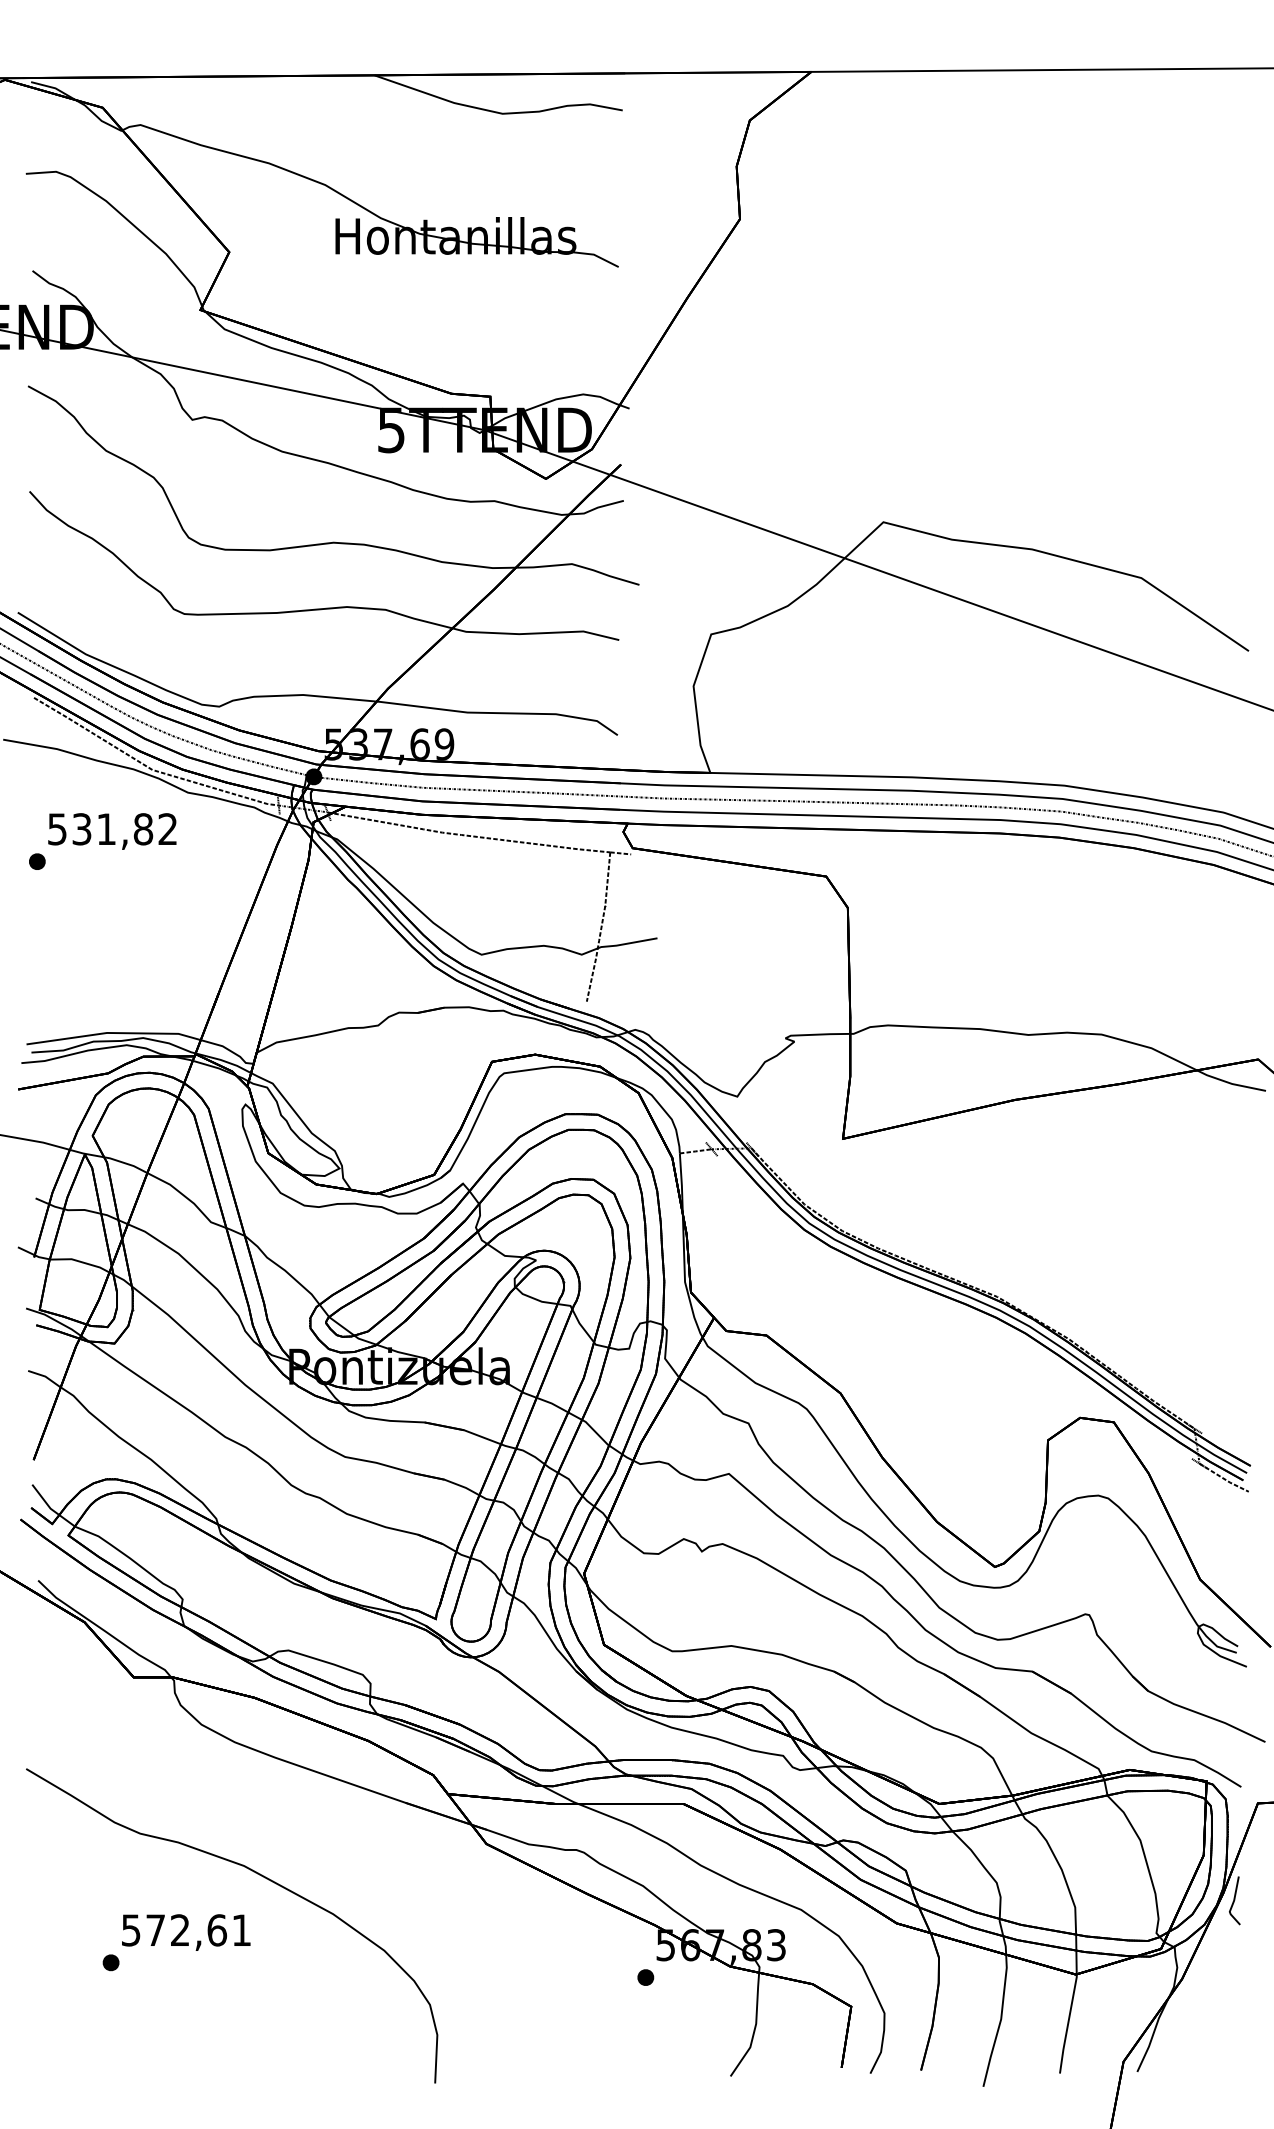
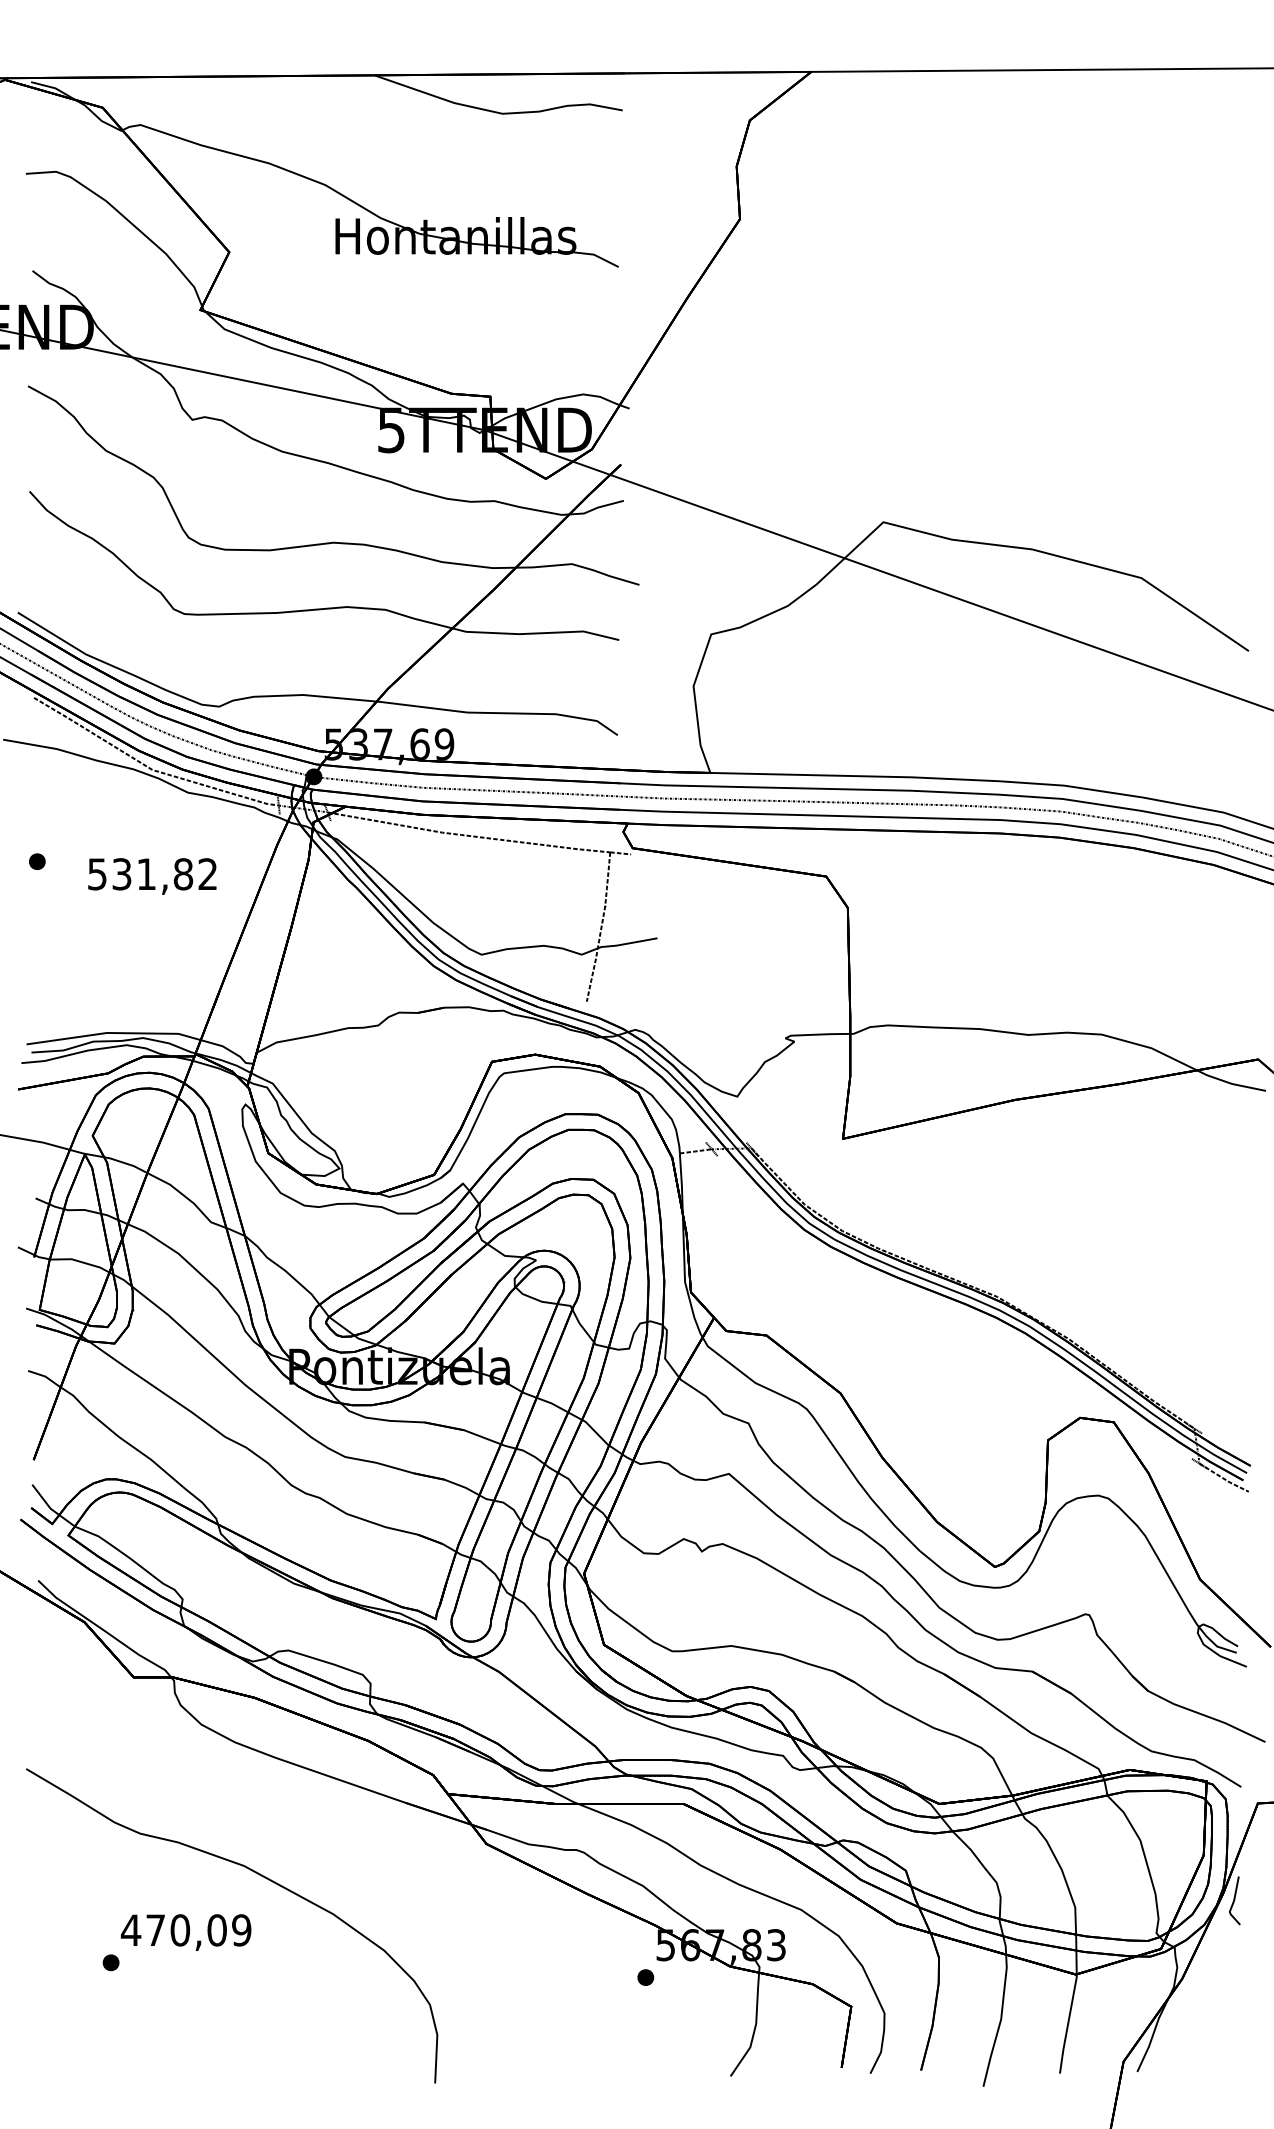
text at (112, 831) position: (112, 831) -> (152, 876)
text at (185, 1930): 572,61 -> 470,09
